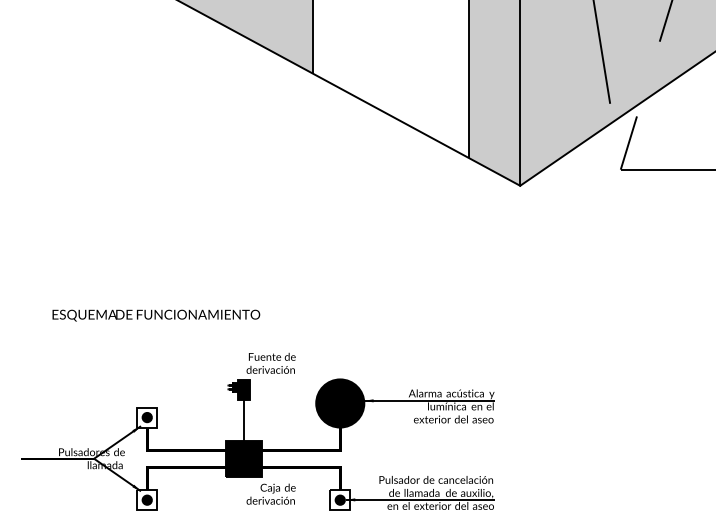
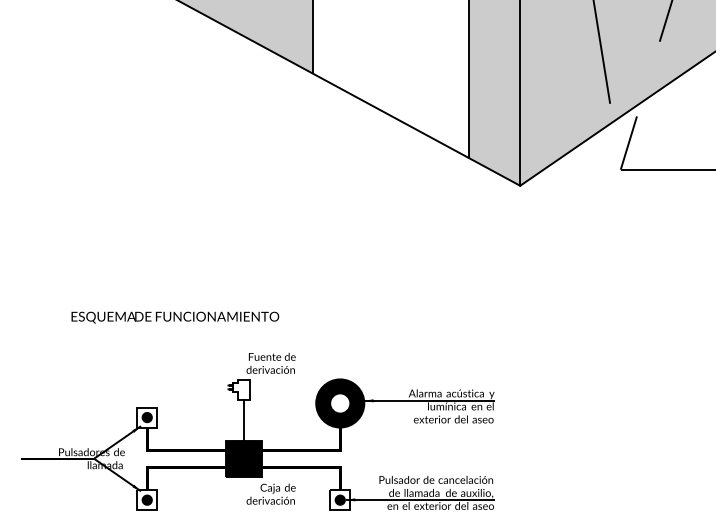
text at (156, 315) position: (156, 315) -> (175, 317)
fill at (240, 390): present -> none
fill at (340, 403): present -> none
